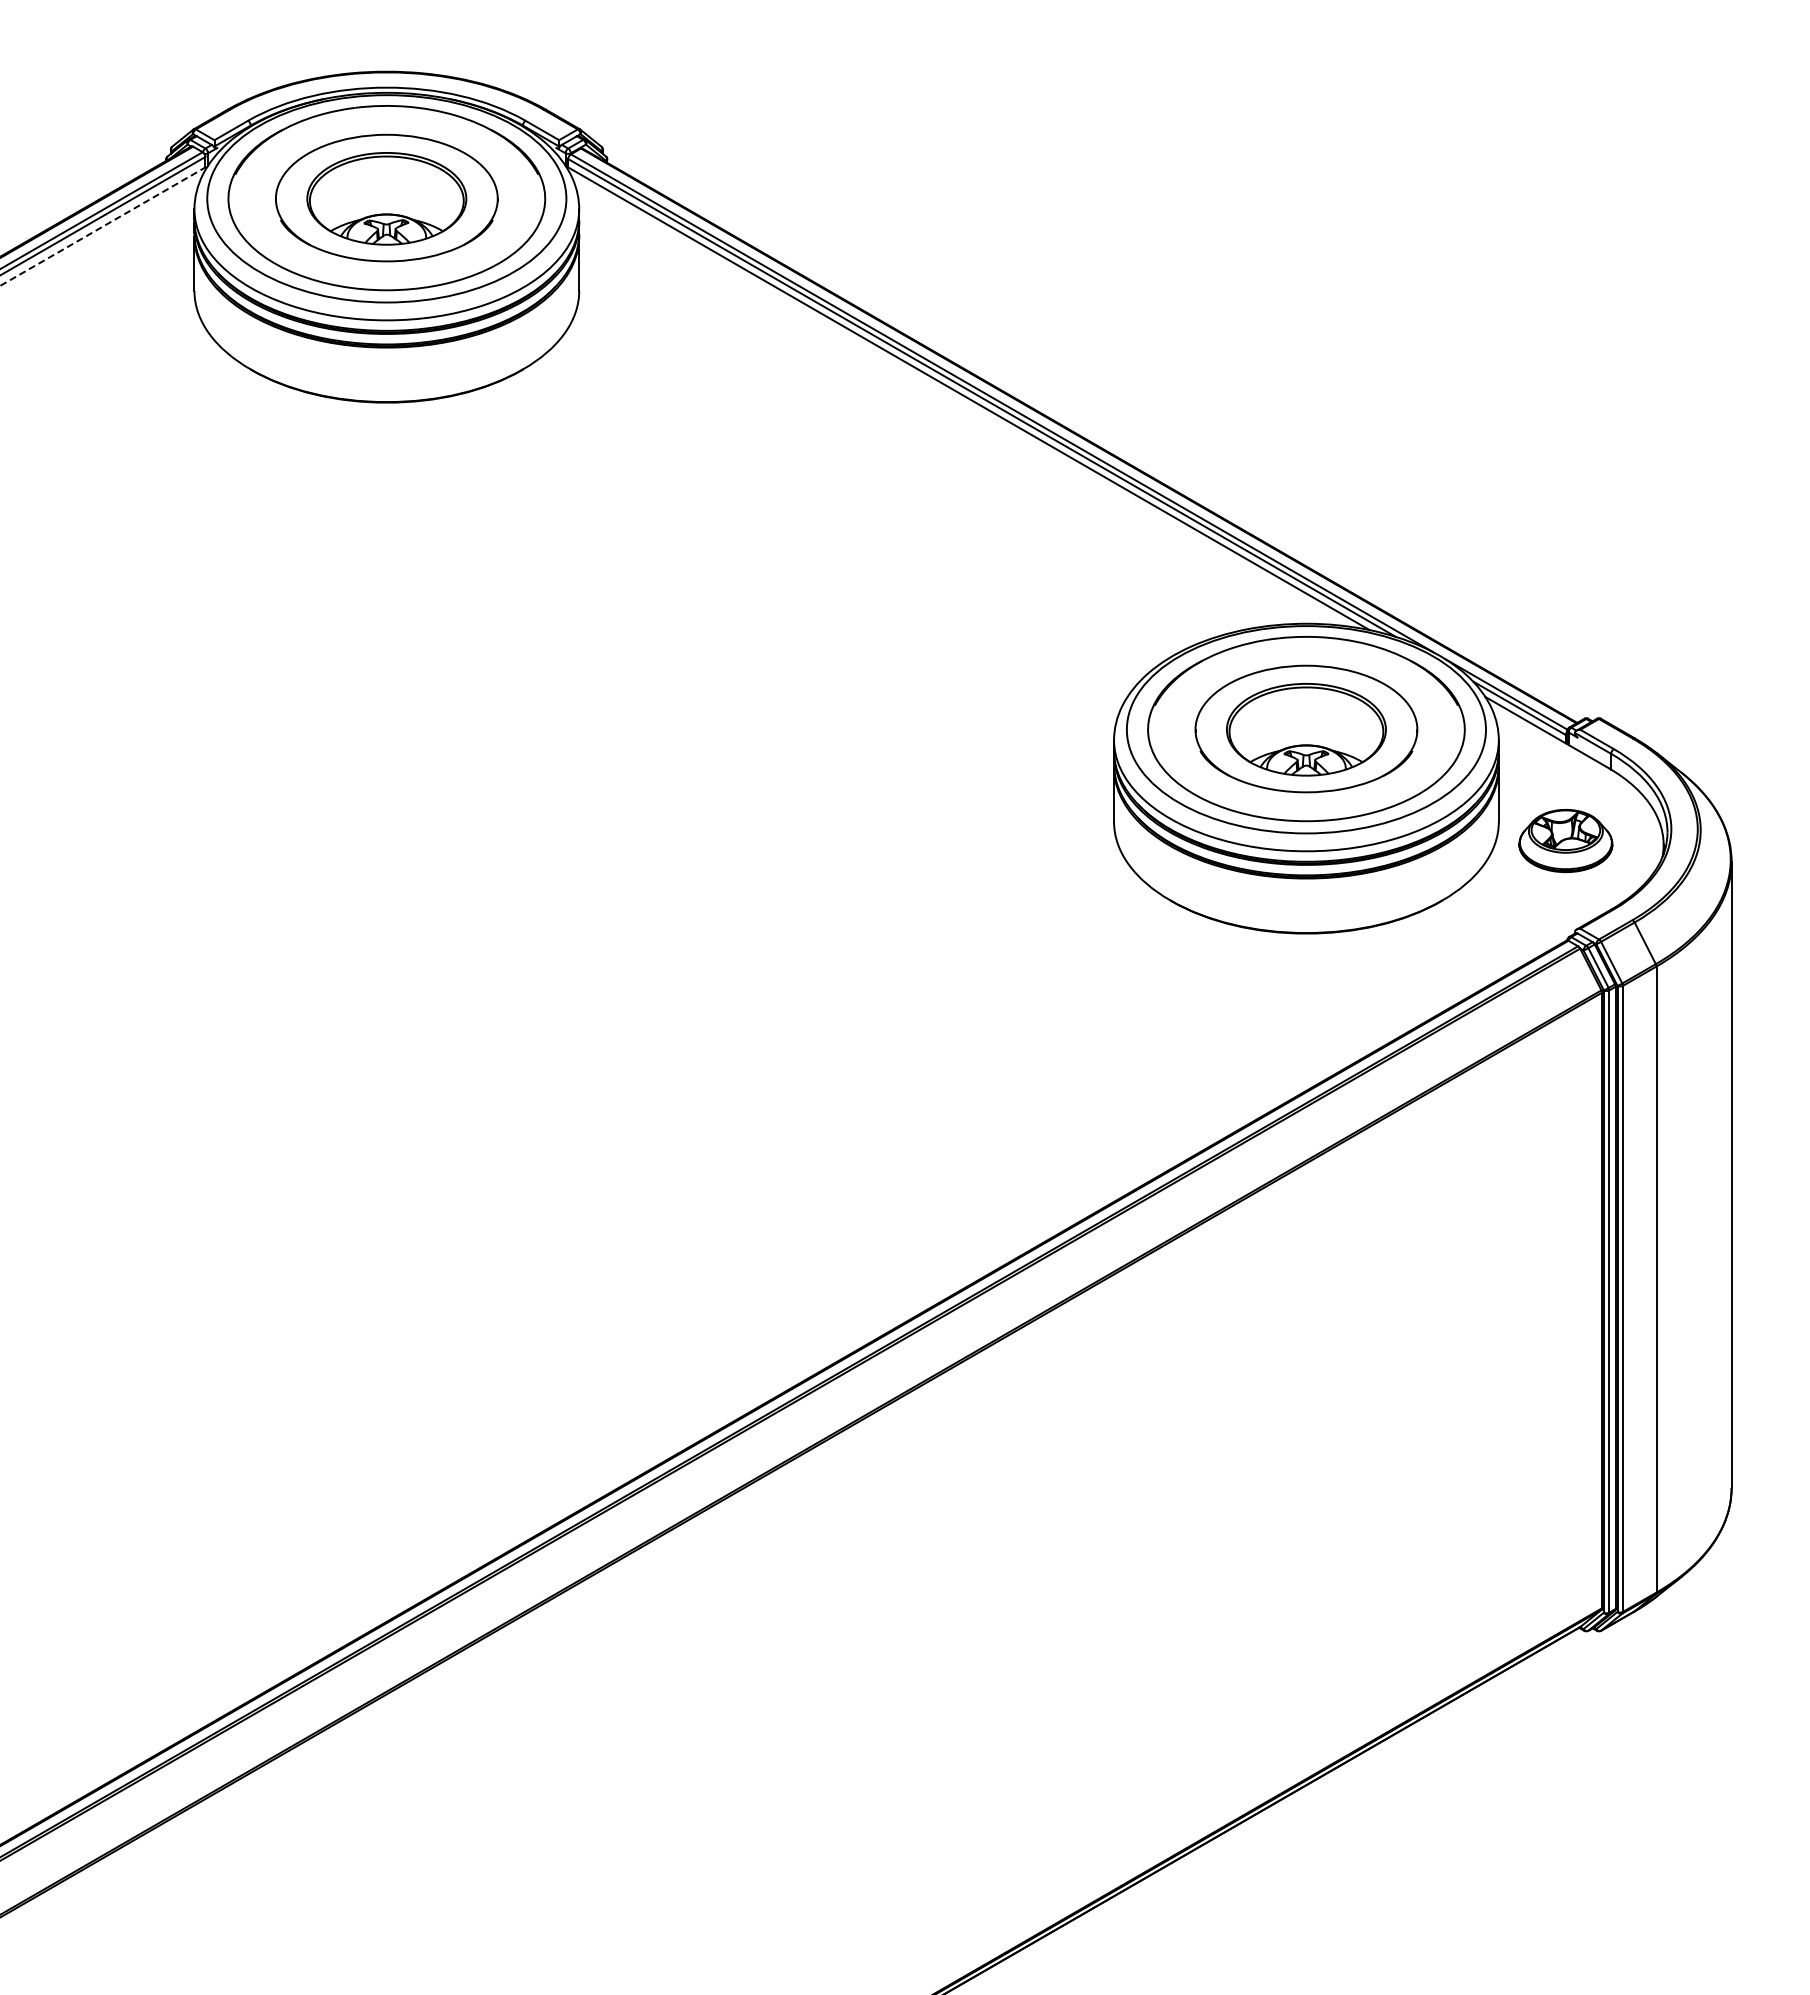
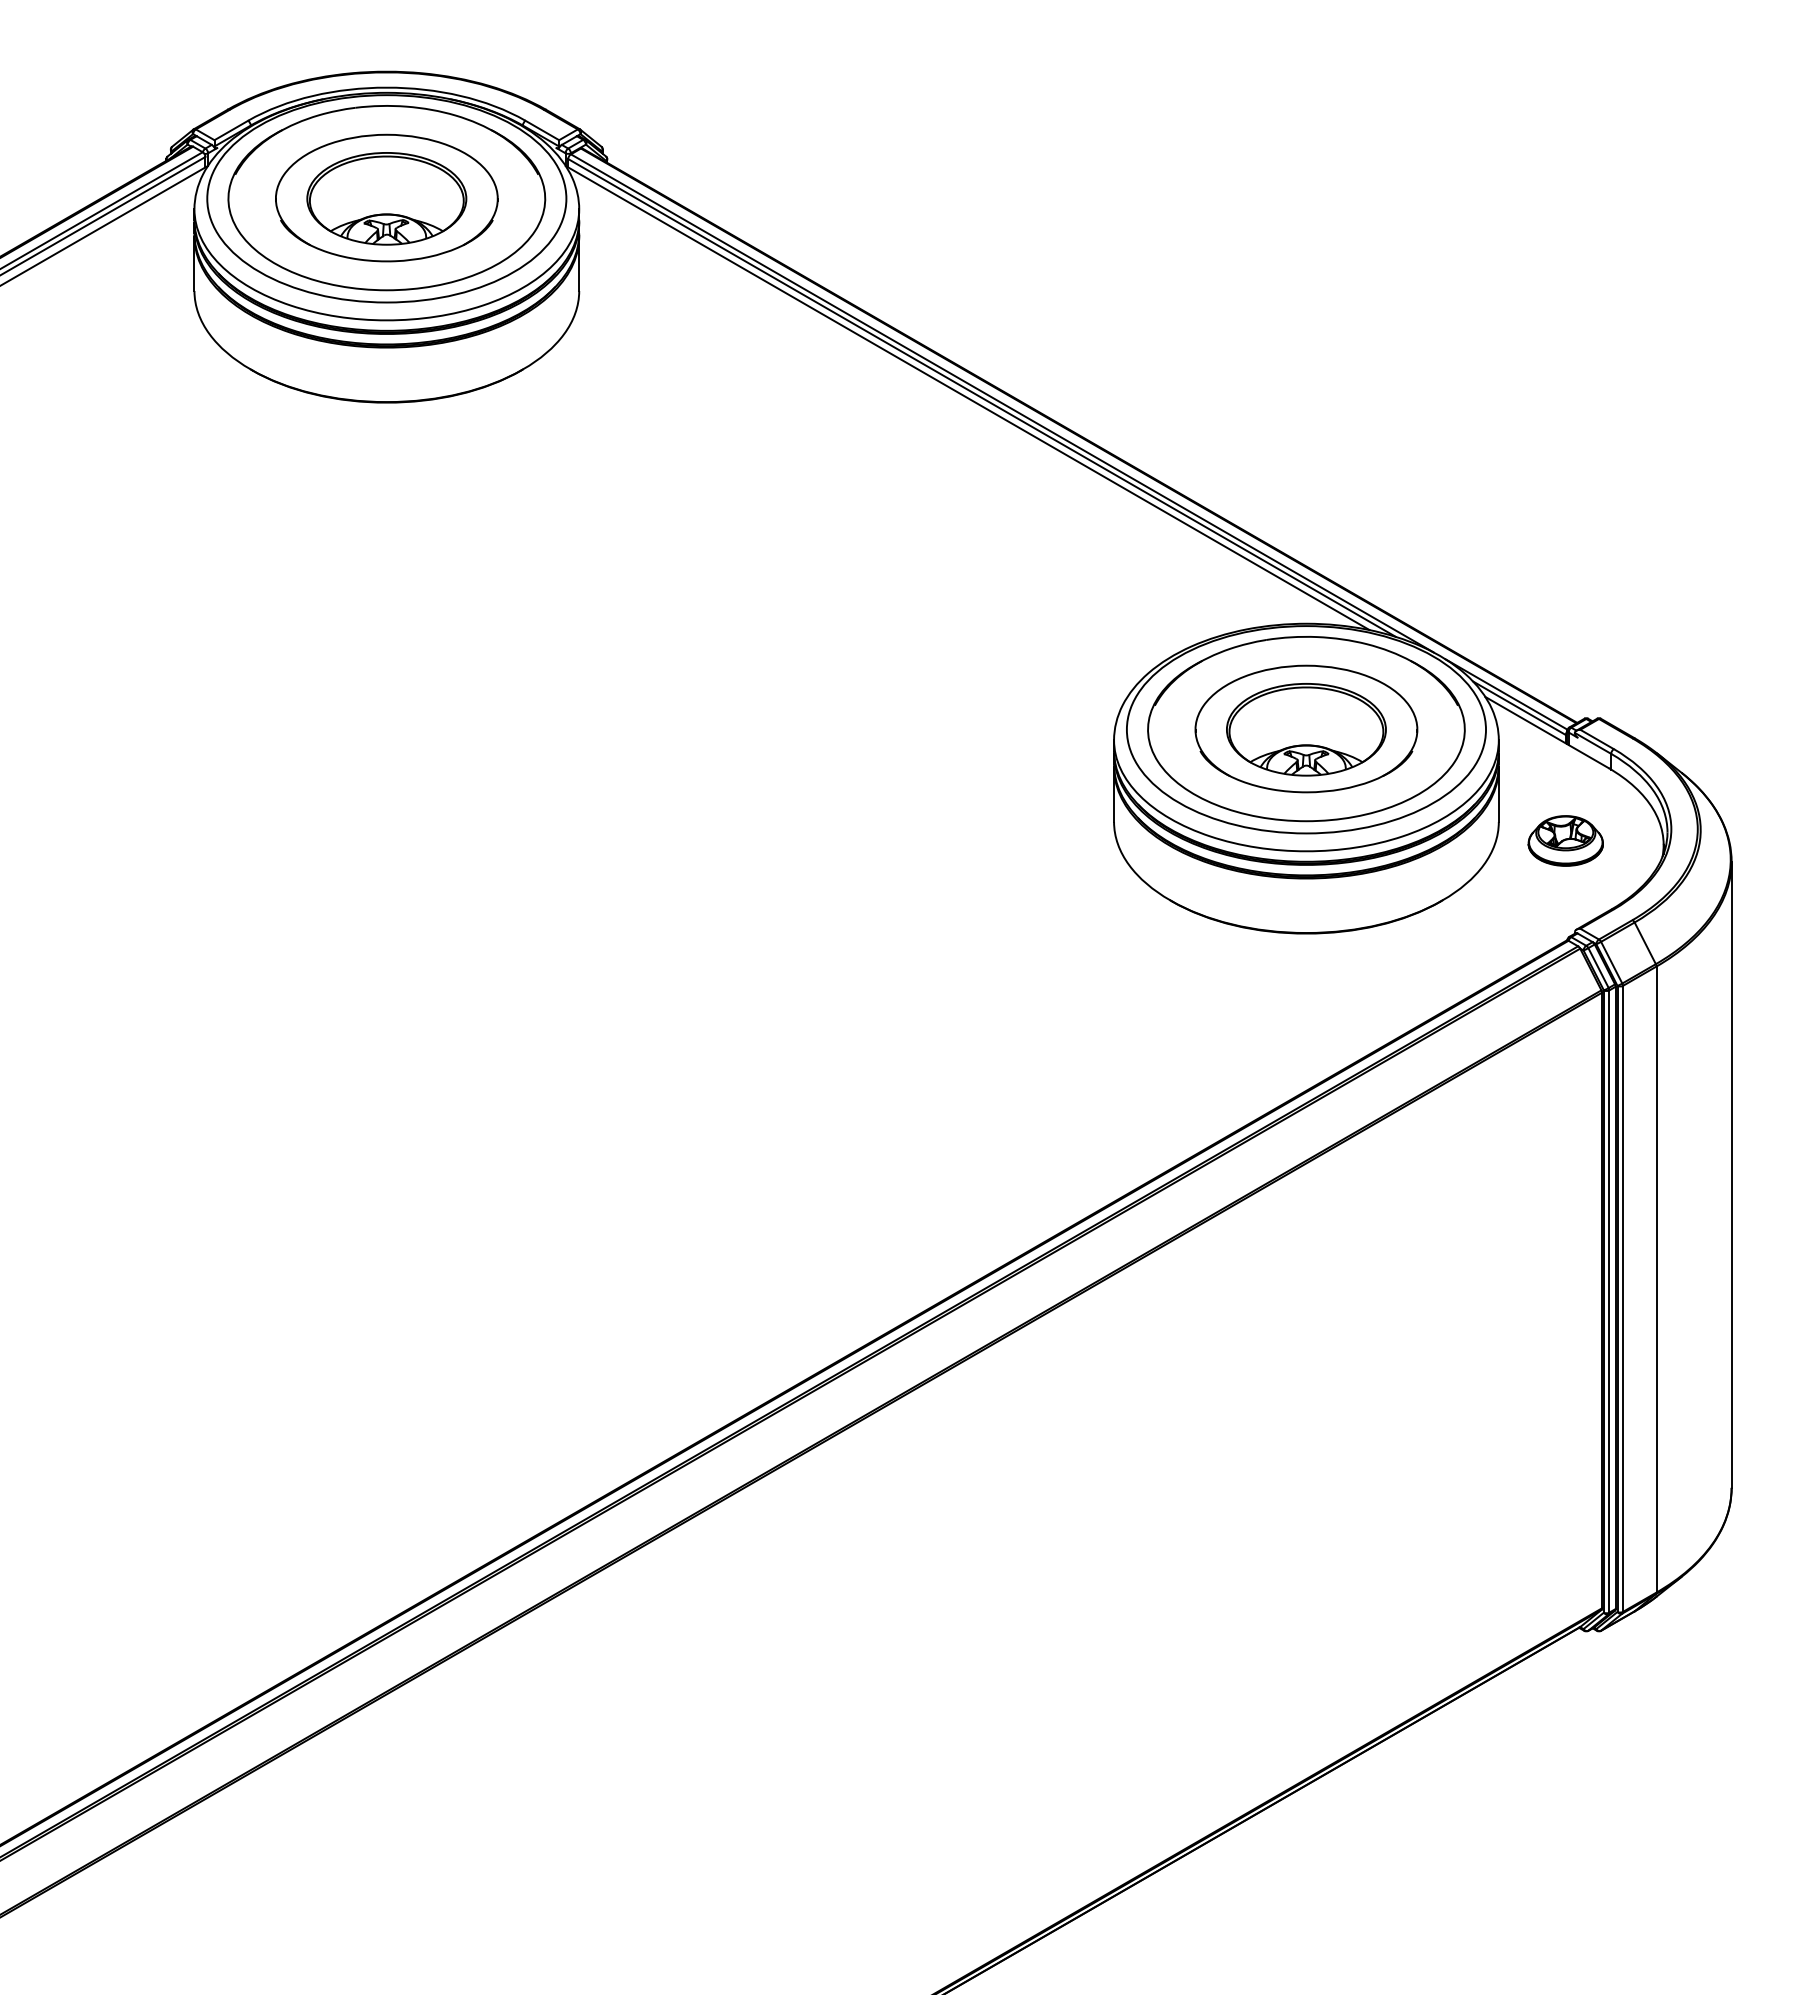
line at (104, 226): dashed -> solid
part at (1565, 840) size: 96x66 px -> 77x52 px
